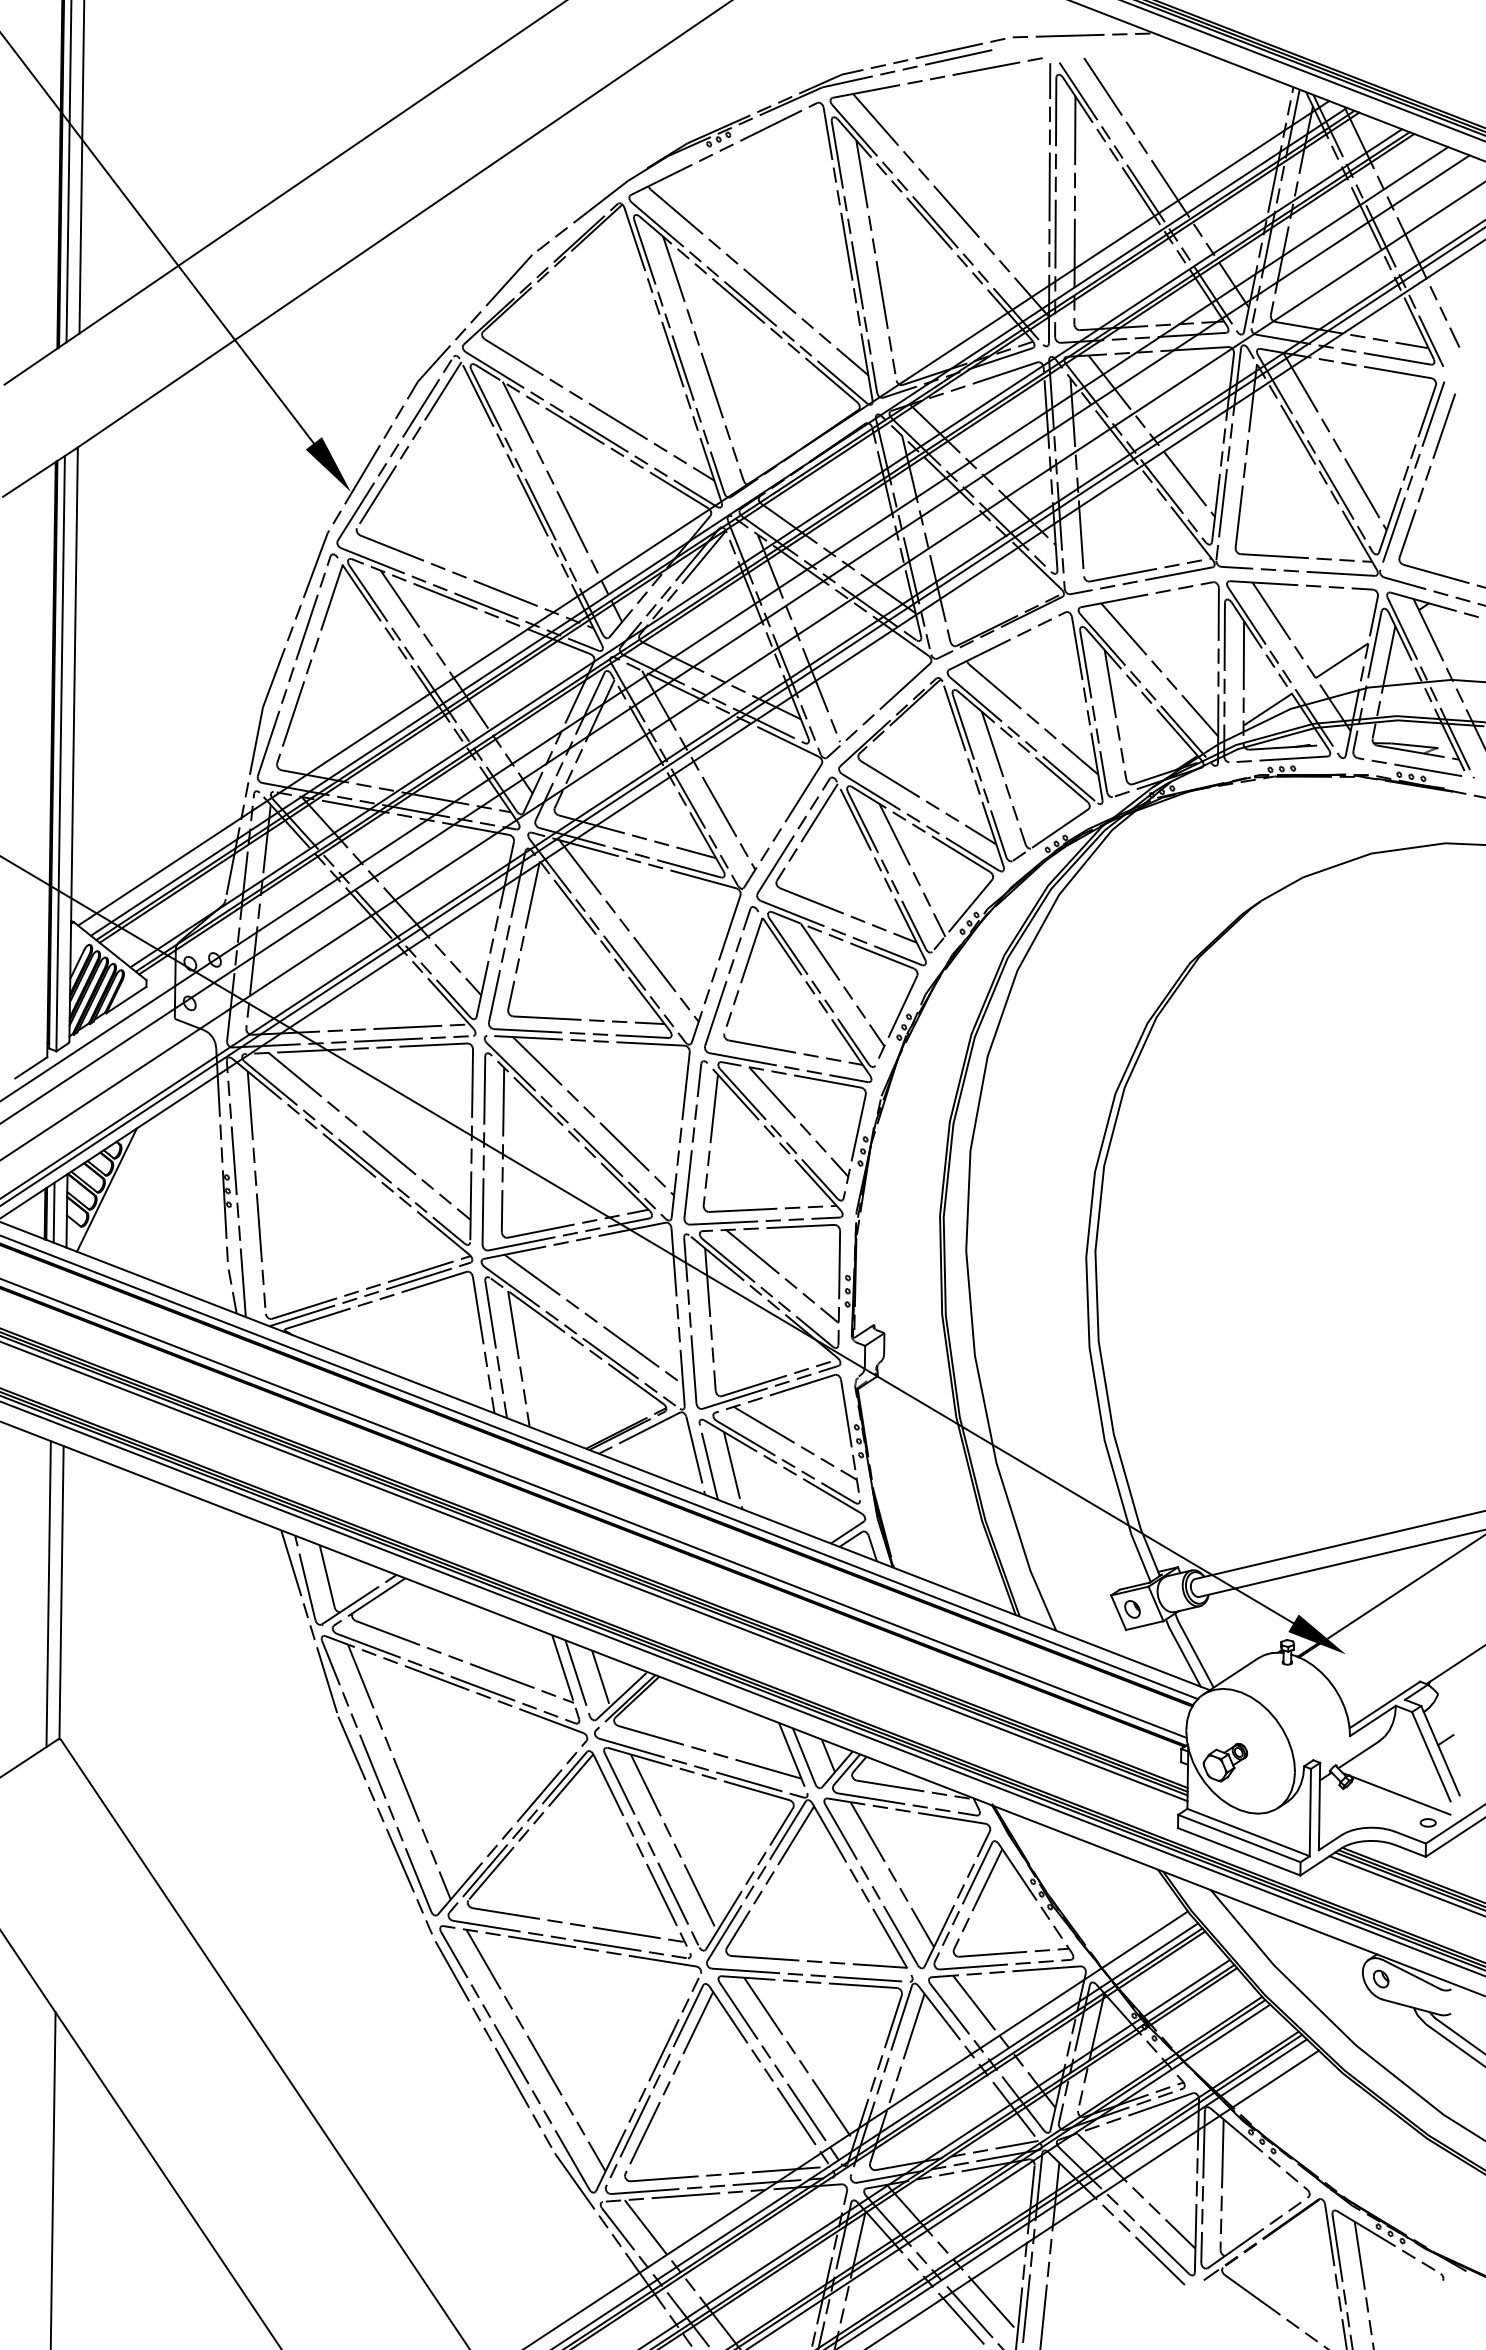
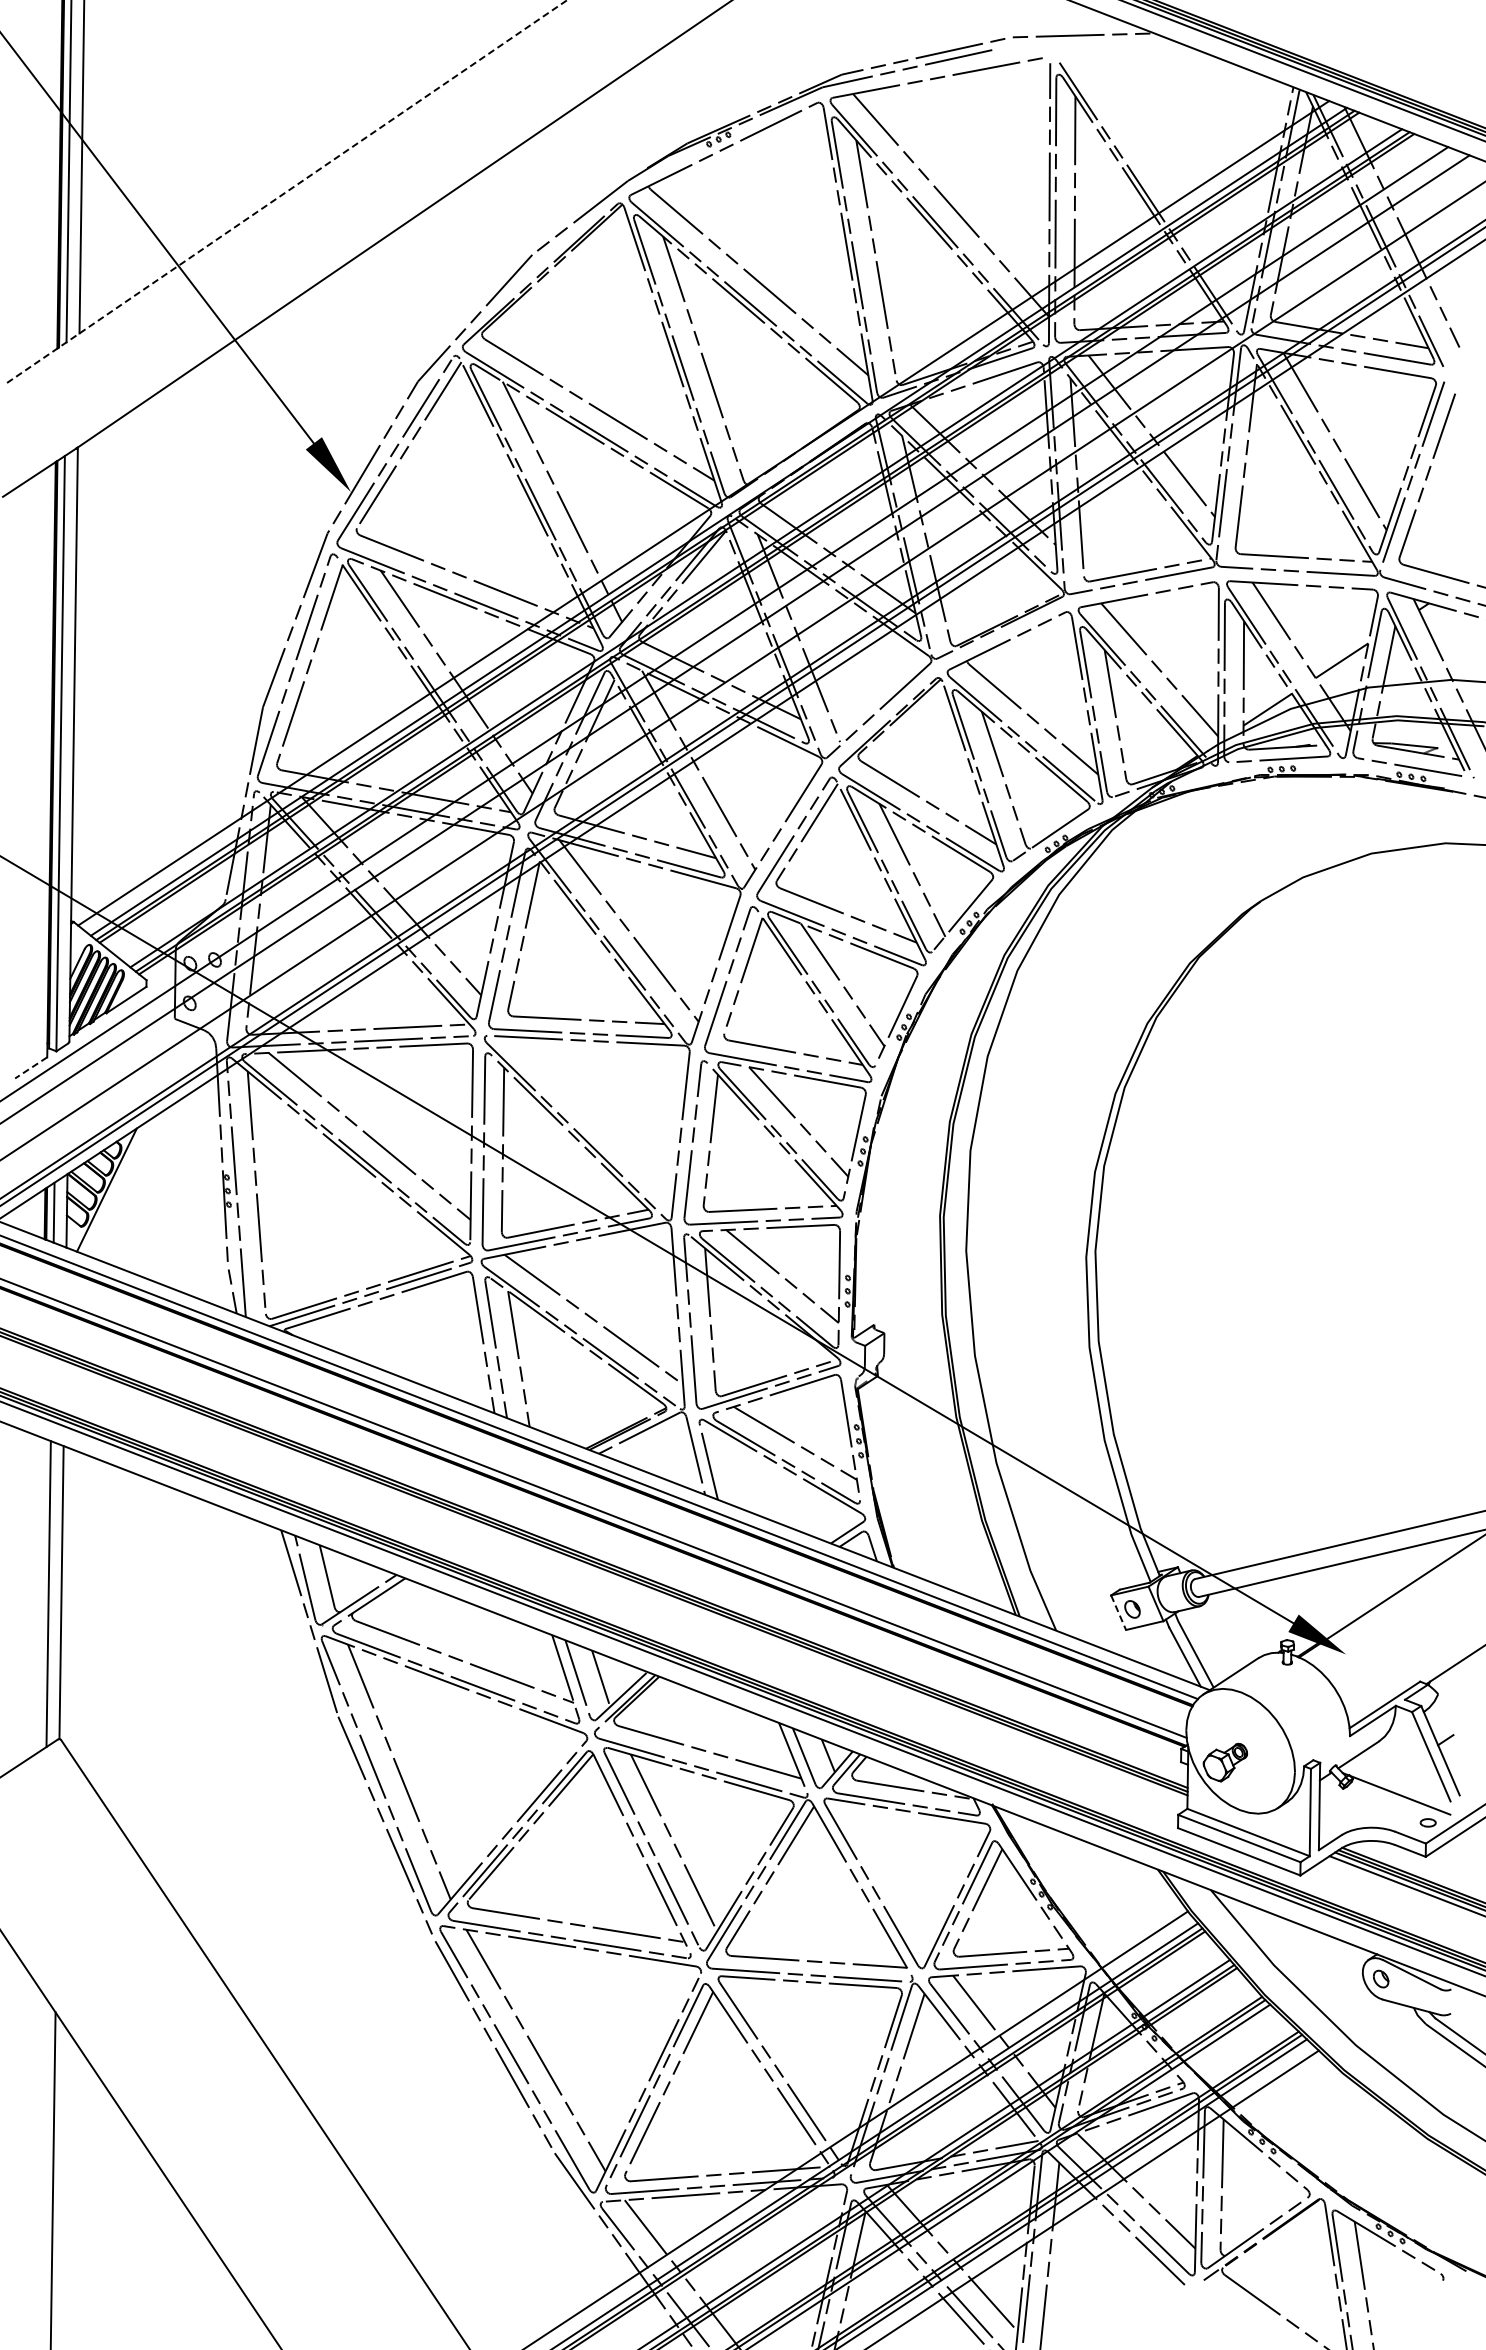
line at (1166, 182): present -> none
line at (285, 192): solid -> dashed
line at (30, 1068): solid -> dashed
line at (593, 1116): present -> none
line at (732, 1470): present -> none
line at (594, 1571): present -> none
line at (1118, 1612): solid -> dashed
line at (892, 1874): present -> none
line at (799, 2059): present -> none
